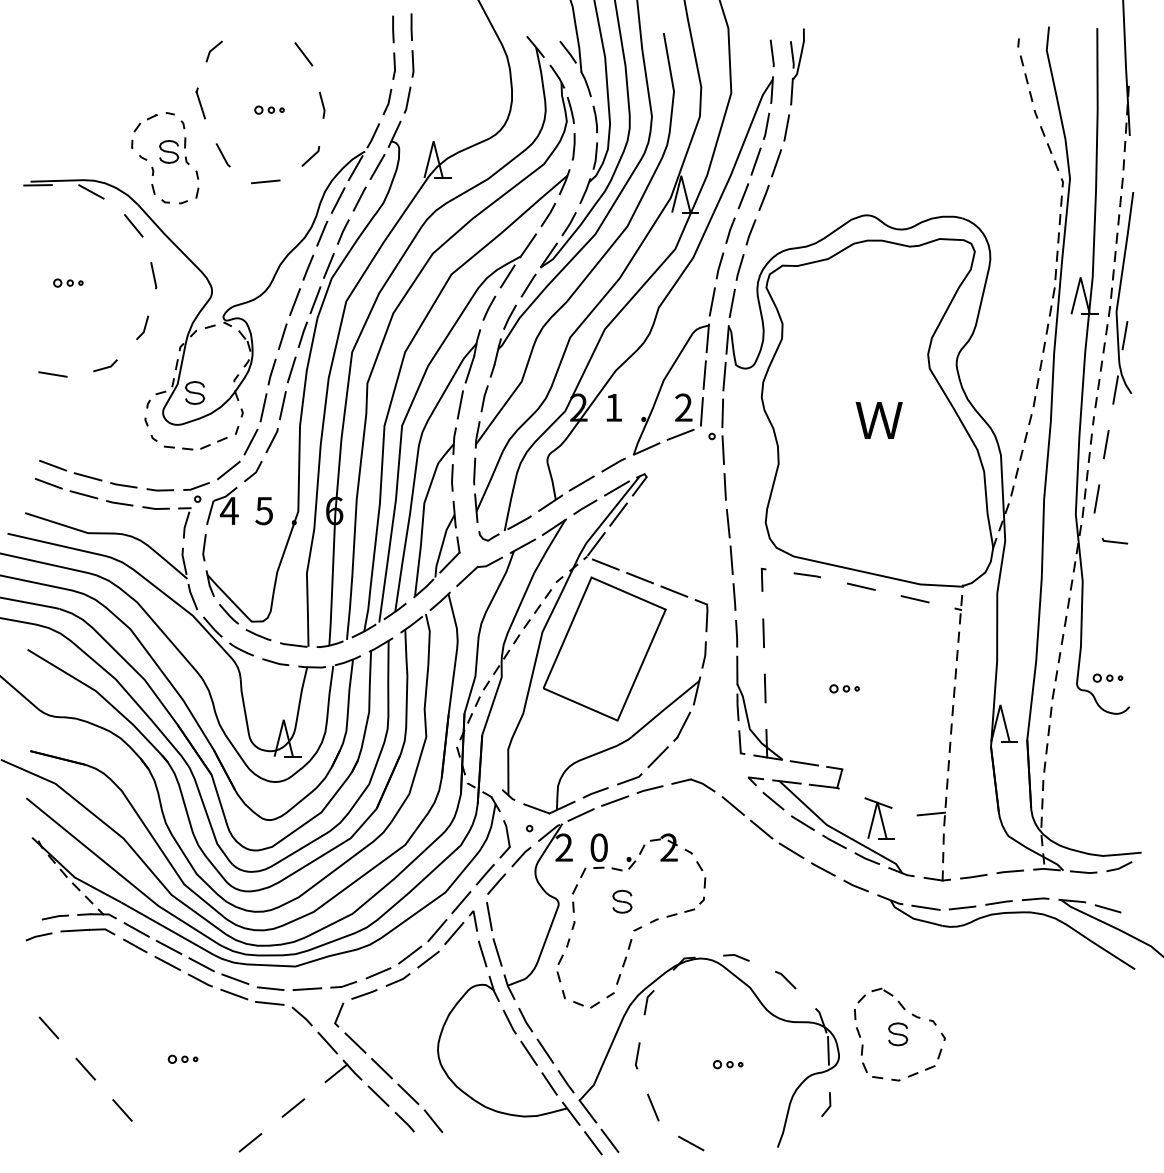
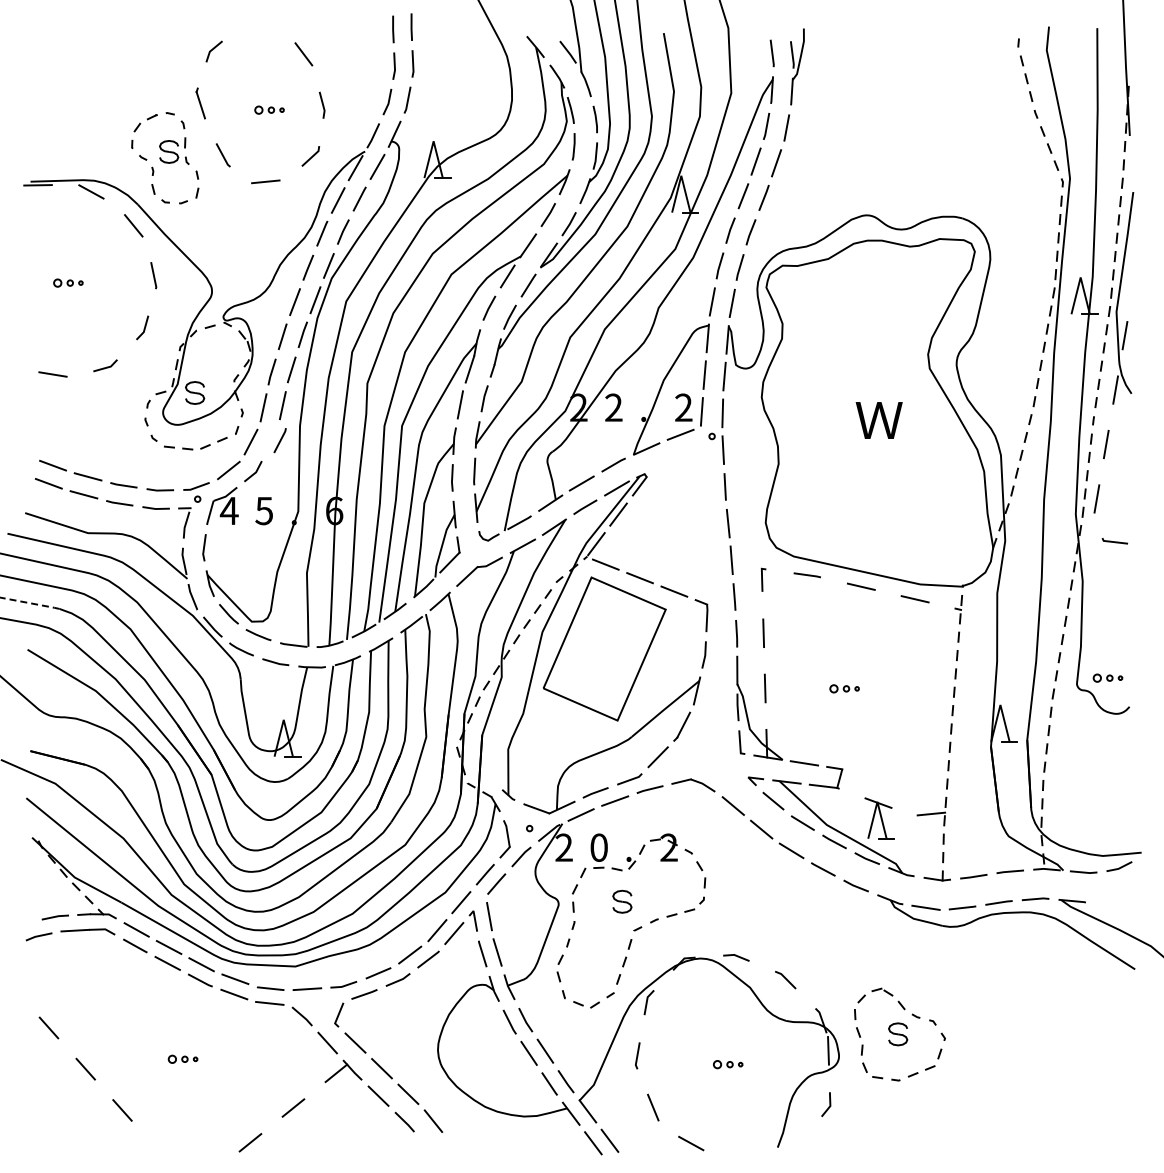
text at (613, 407): 1 -> 2
line at (271, 440) position: (271, 440) -> (279, 440)
line at (30, 603): solid -> dashed
line at (1107, 908): present -> none
